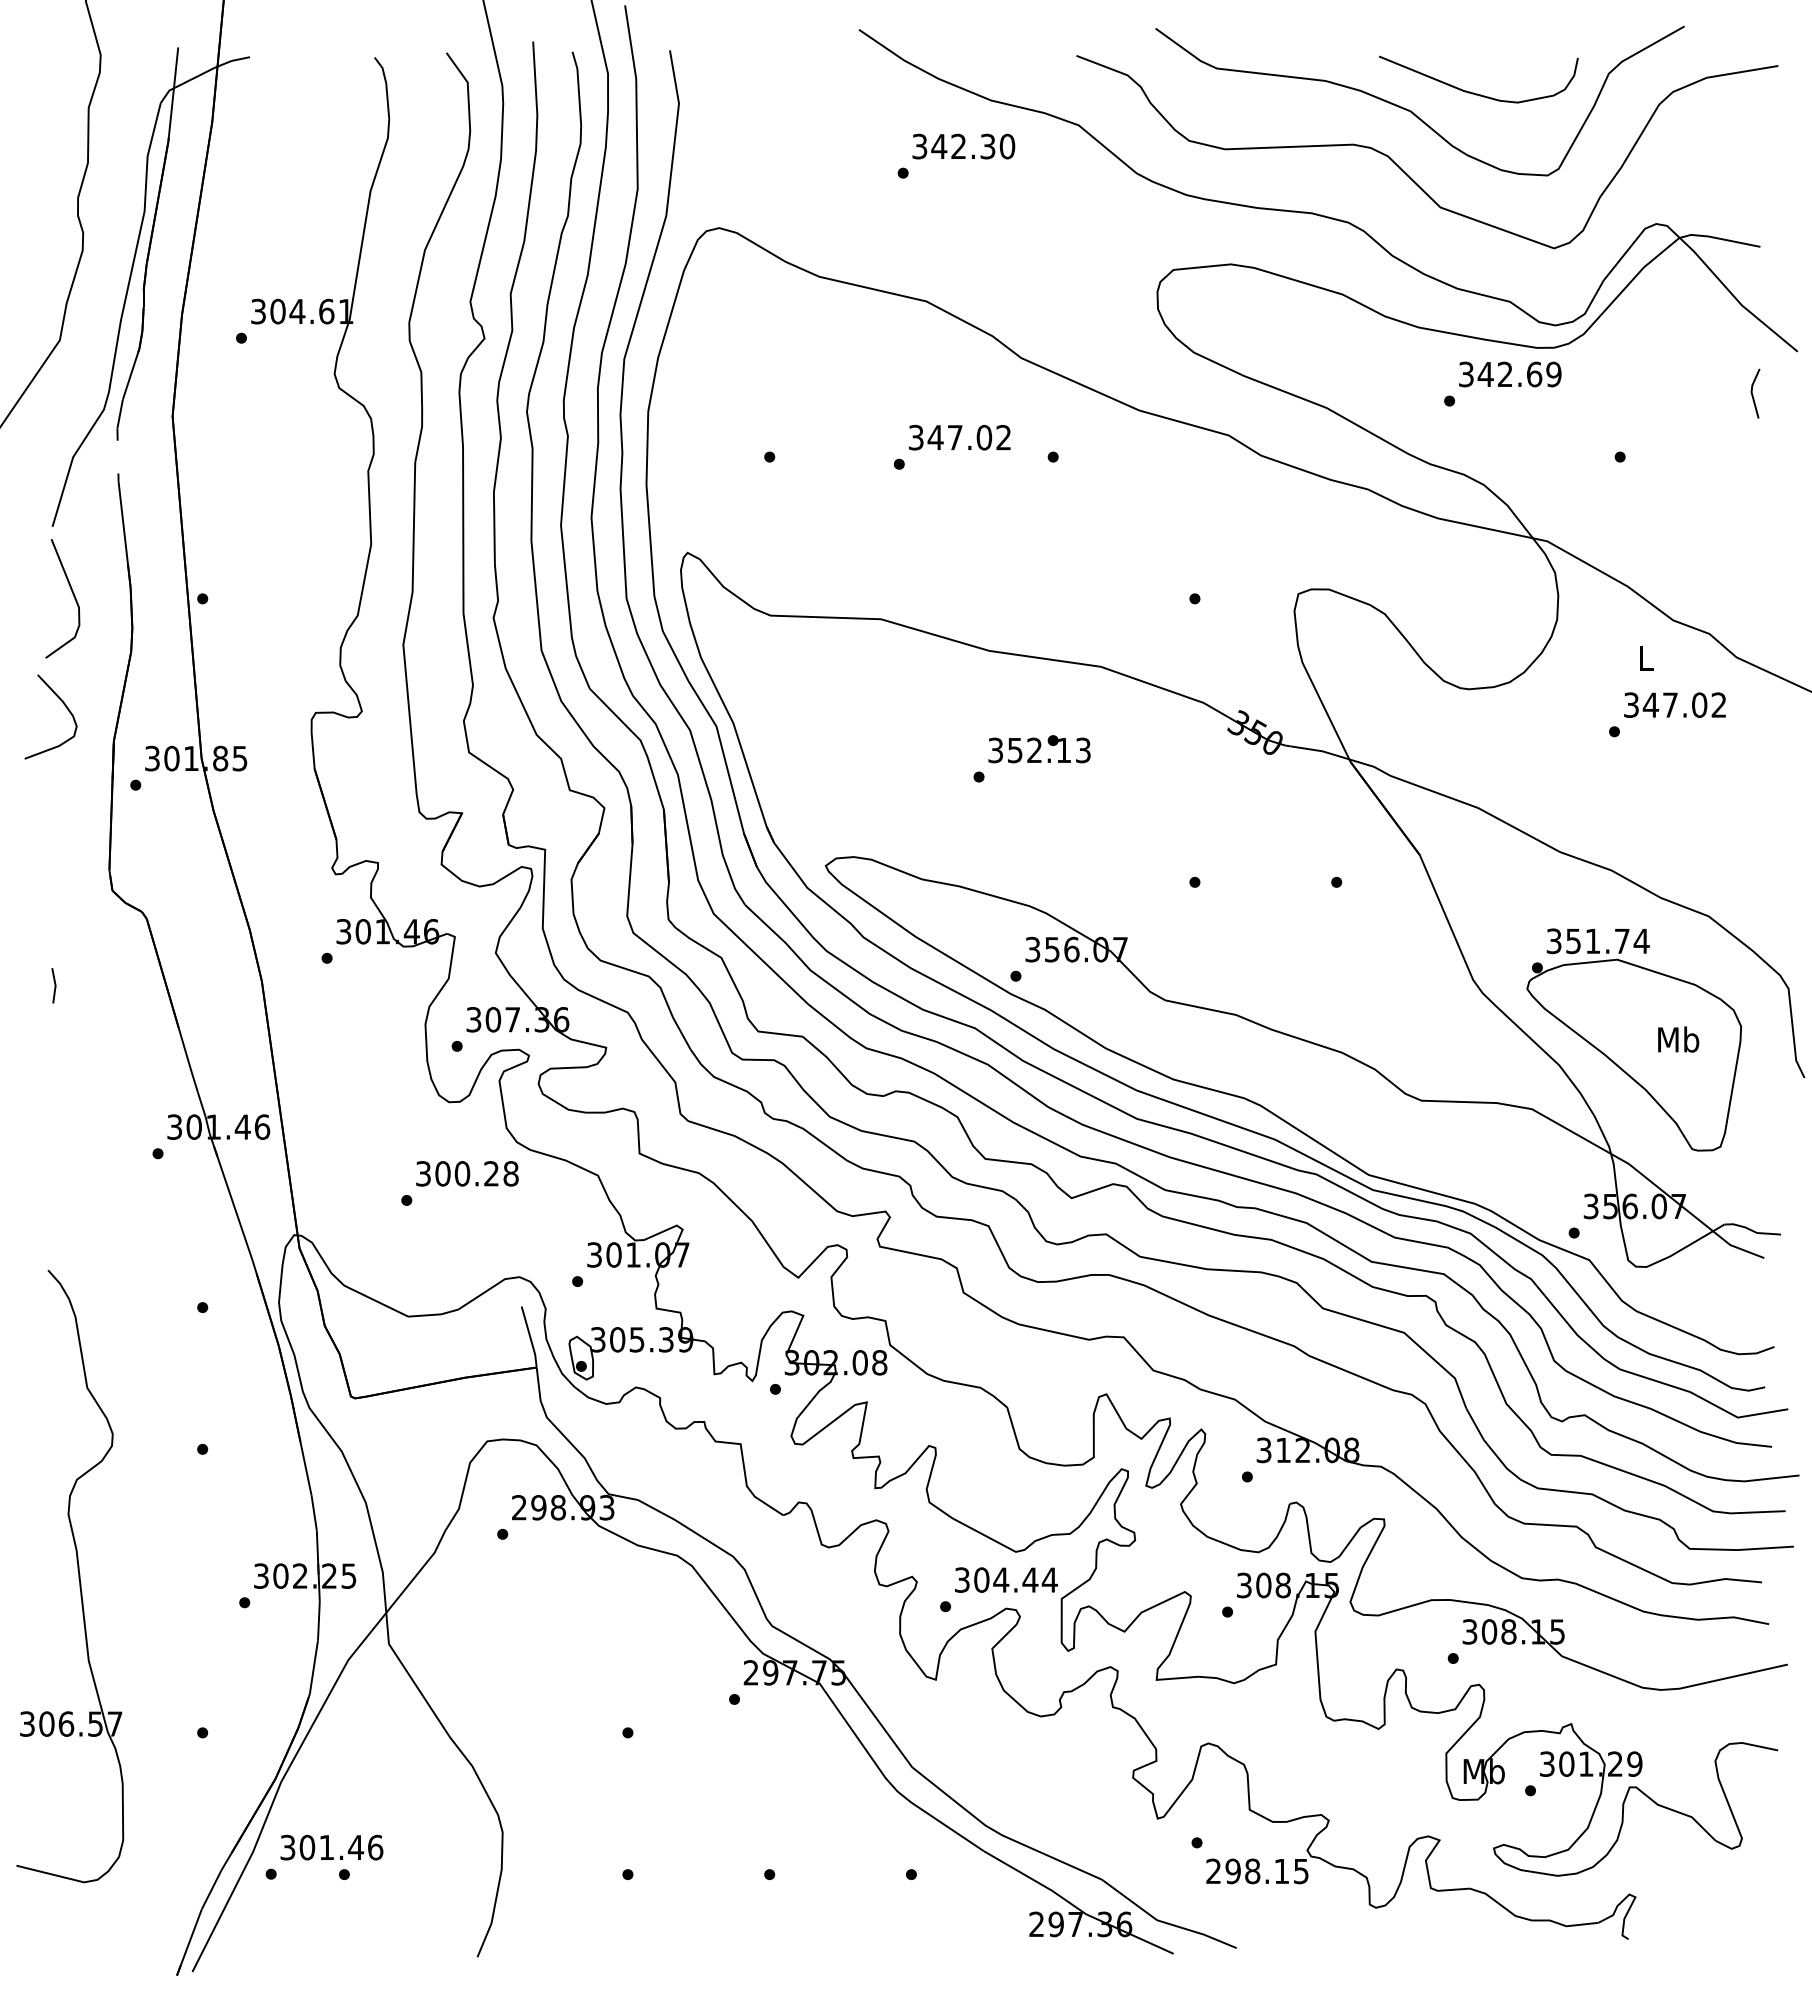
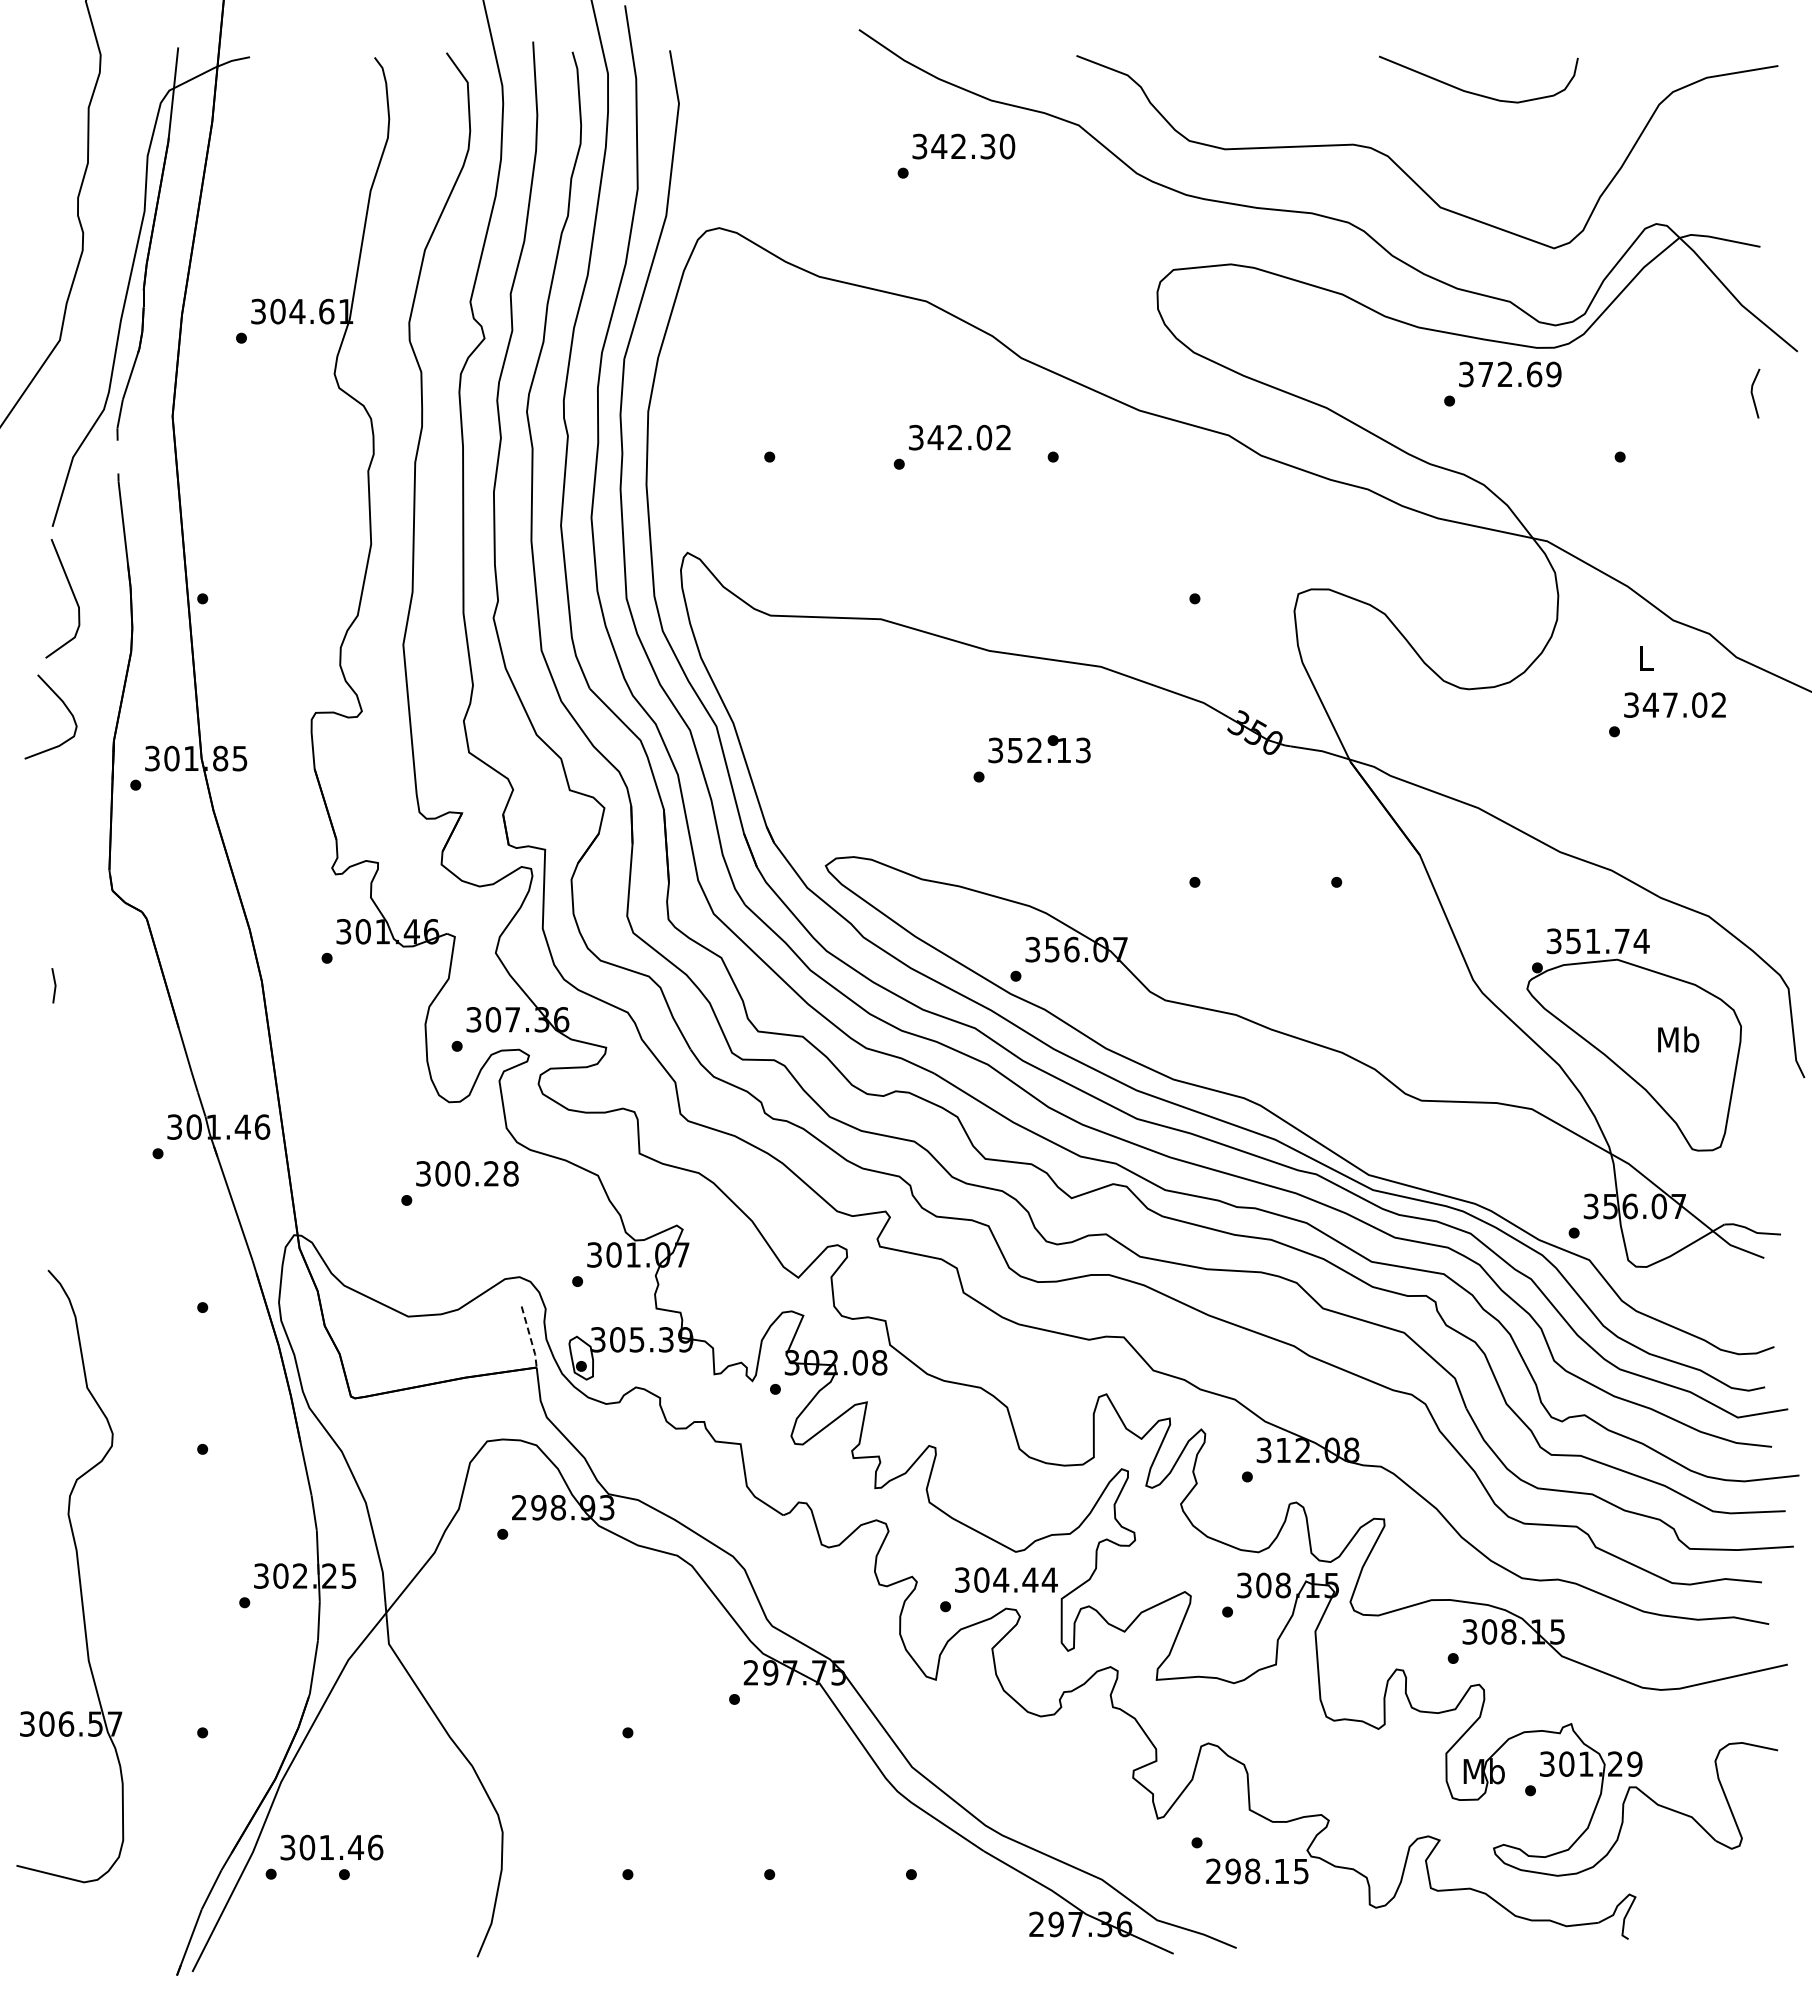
curve at (1411, 110): present -> none
text at (1485, 374): 342.69 -> 372.69
text at (954, 437): 347.02 -> 342.02
line at (530, 1338): solid -> dashed
